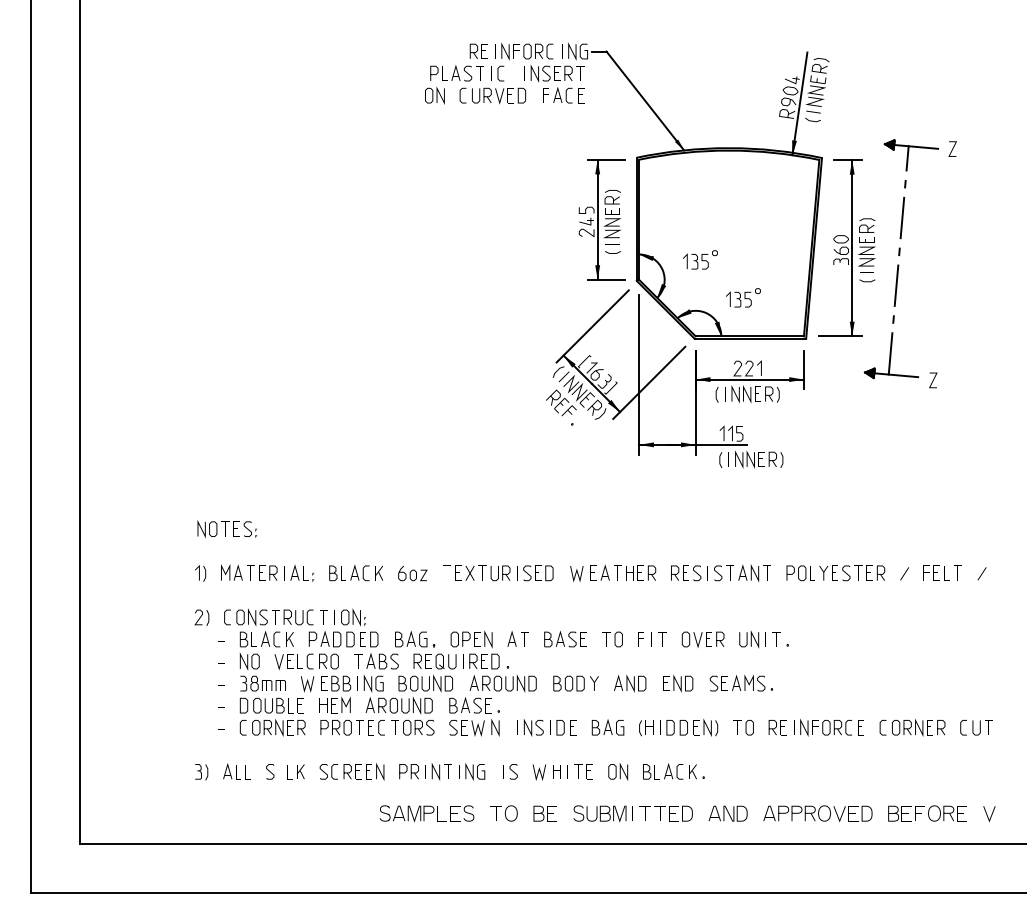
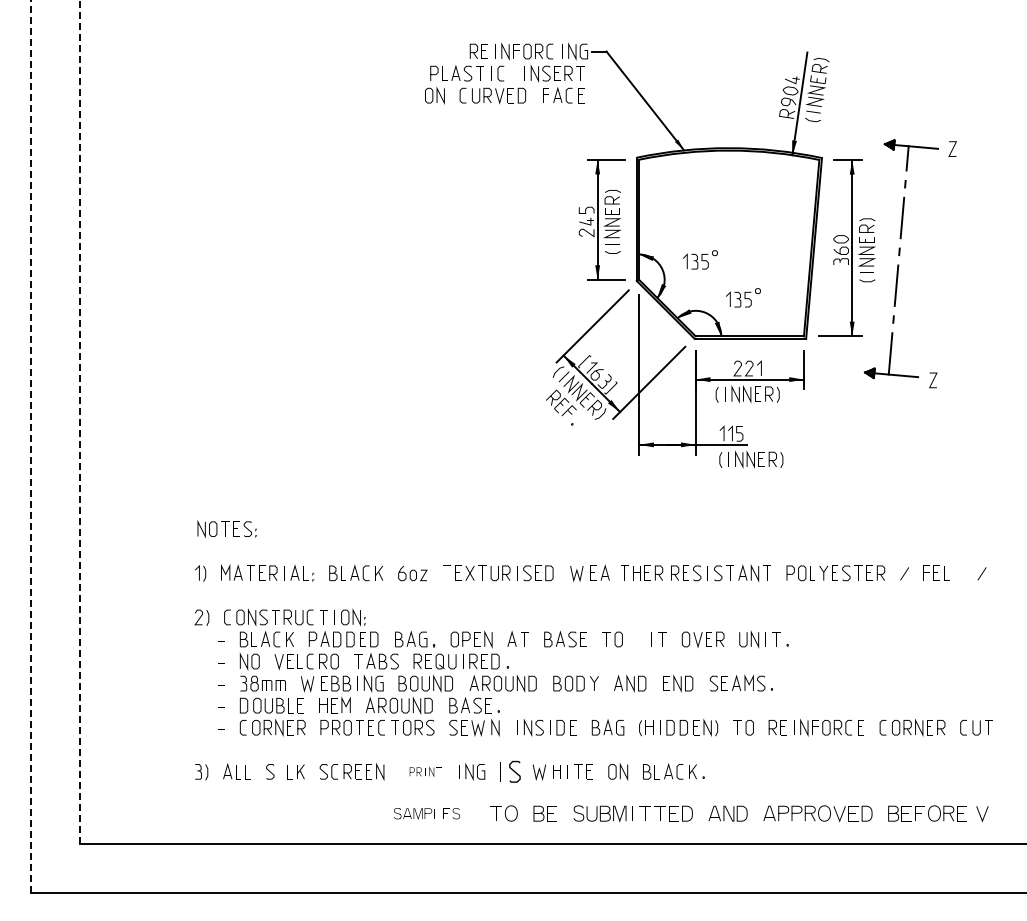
line at (79, 422): solid -> dashed
line at (30, 446): solid -> dashed
part at (635, 572) position: (635, 572) -> (642, 572)
part at (957, 572): present -> none
part at (640, 639): present -> none
part at (425, 771) size: 53x18 px -> 33x11 px
part at (510, 771) size: 15x16 px -> 21x23 px
part at (426, 813) size: 96x18 px -> 66x12 px
line at (987, 814) position: (987, 814) -> (980, 814)
